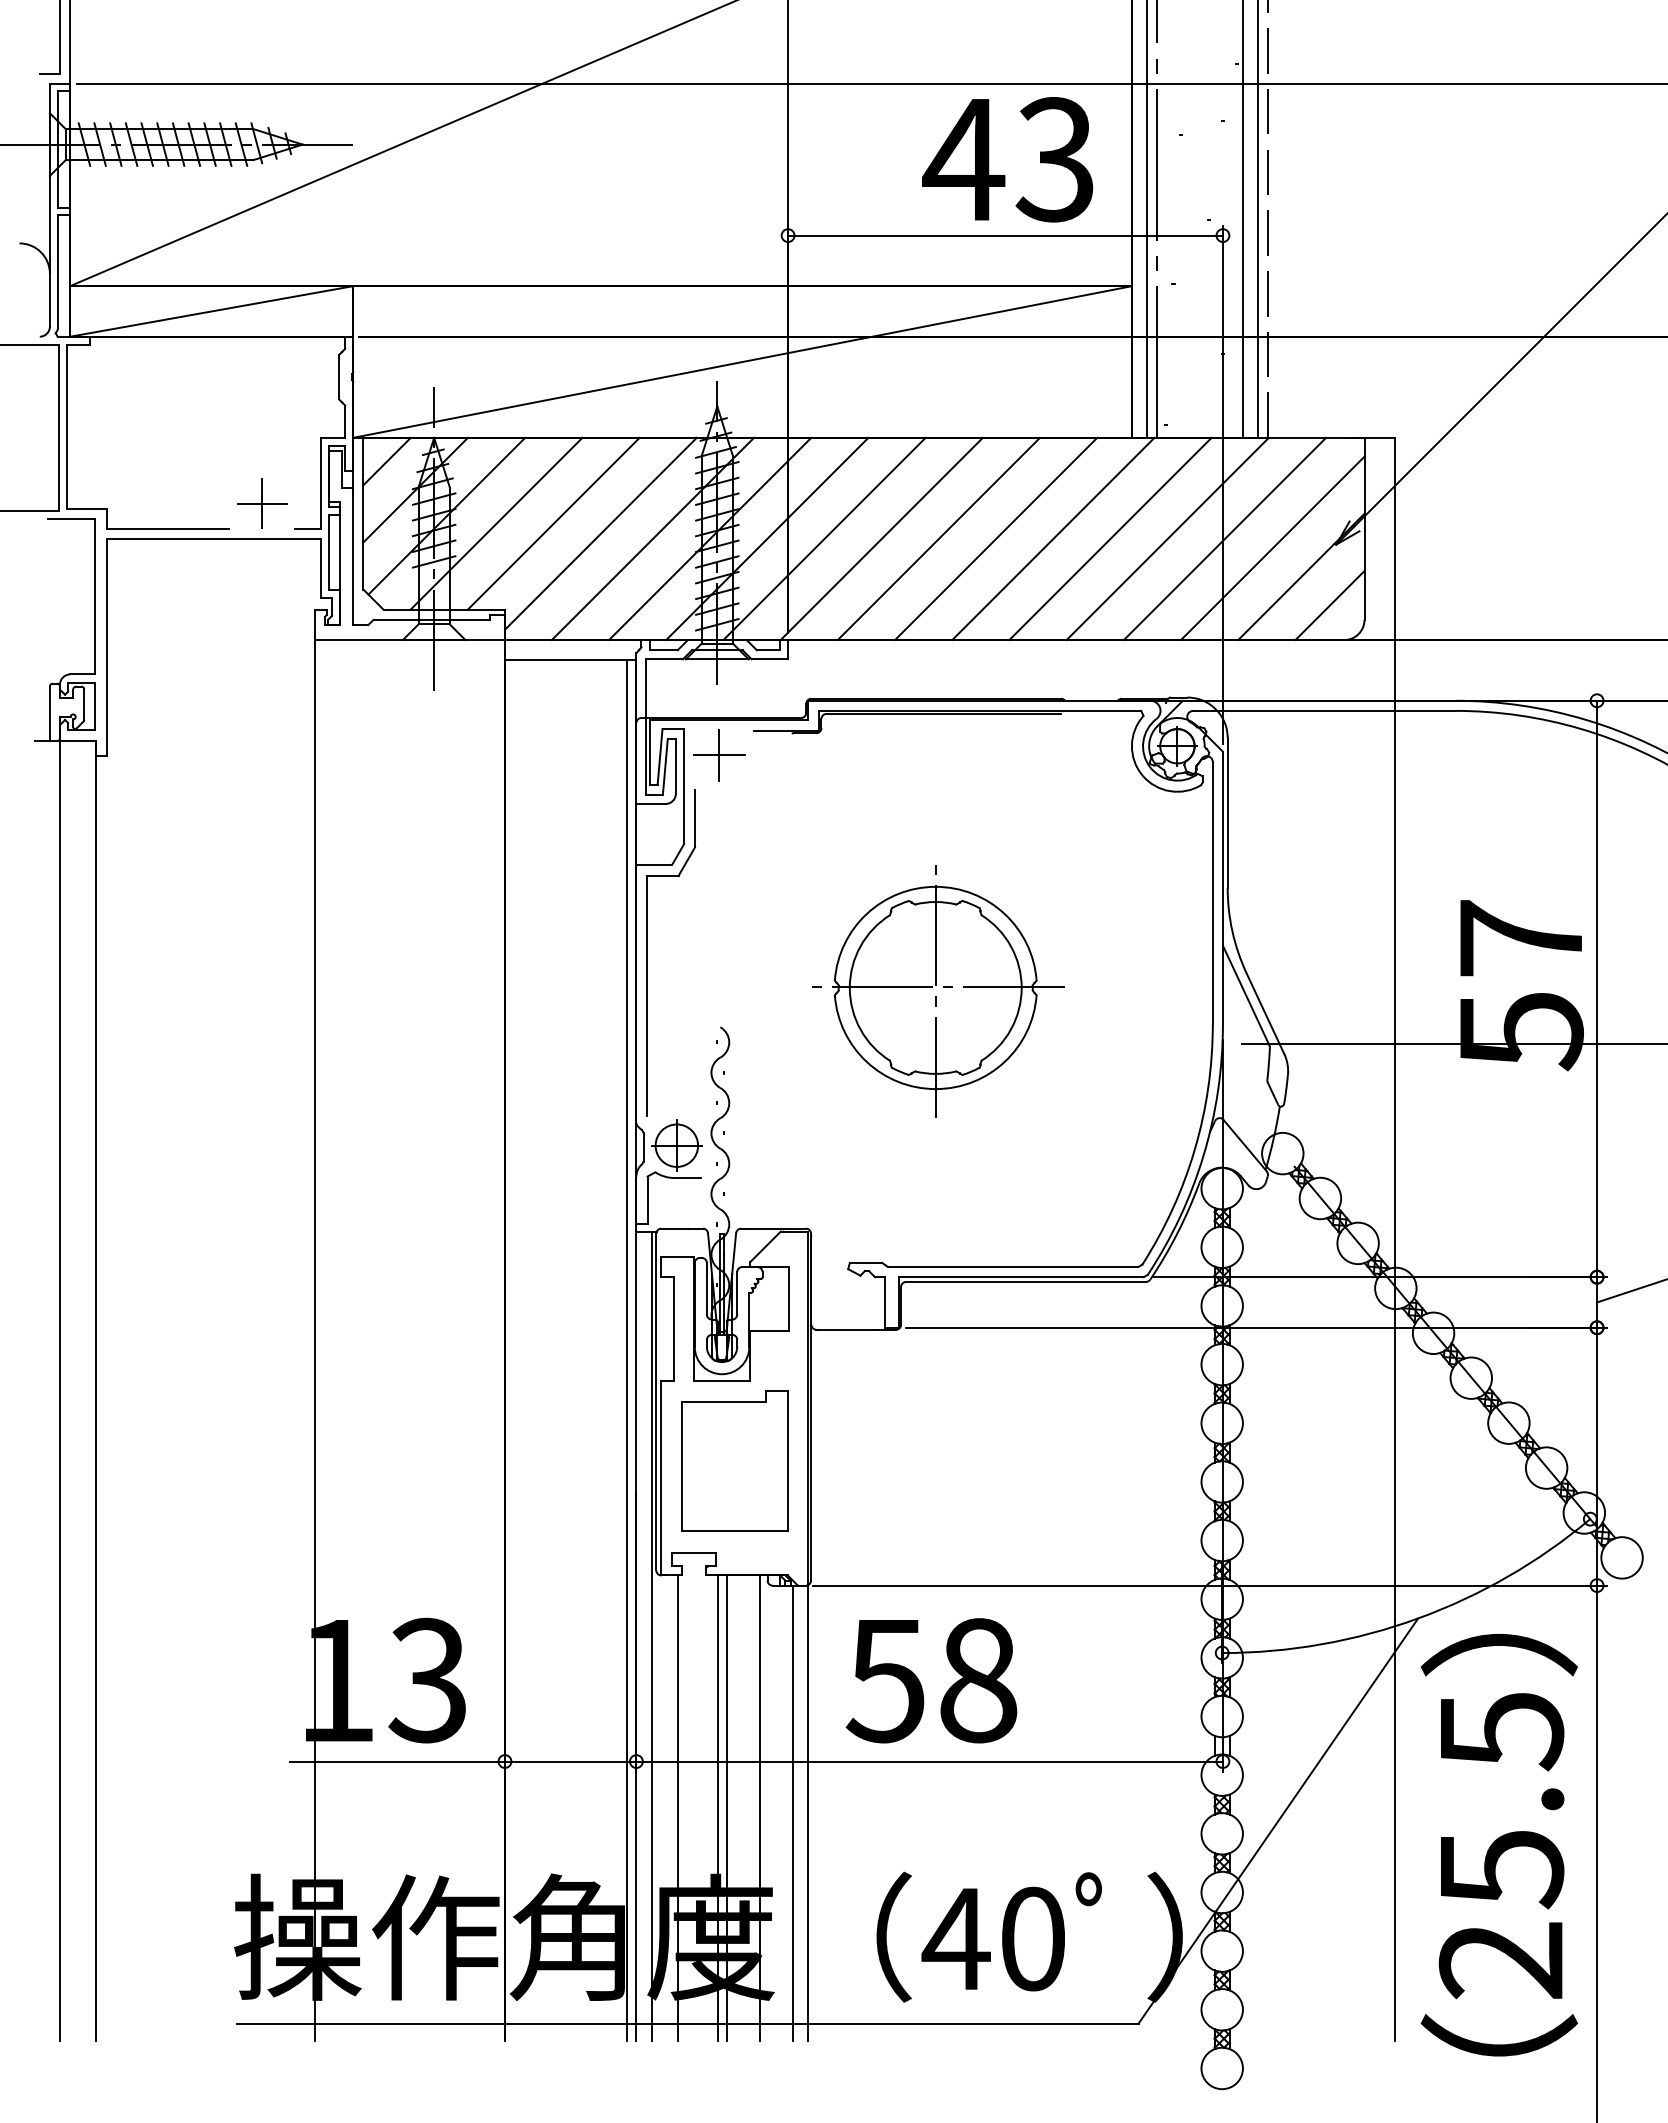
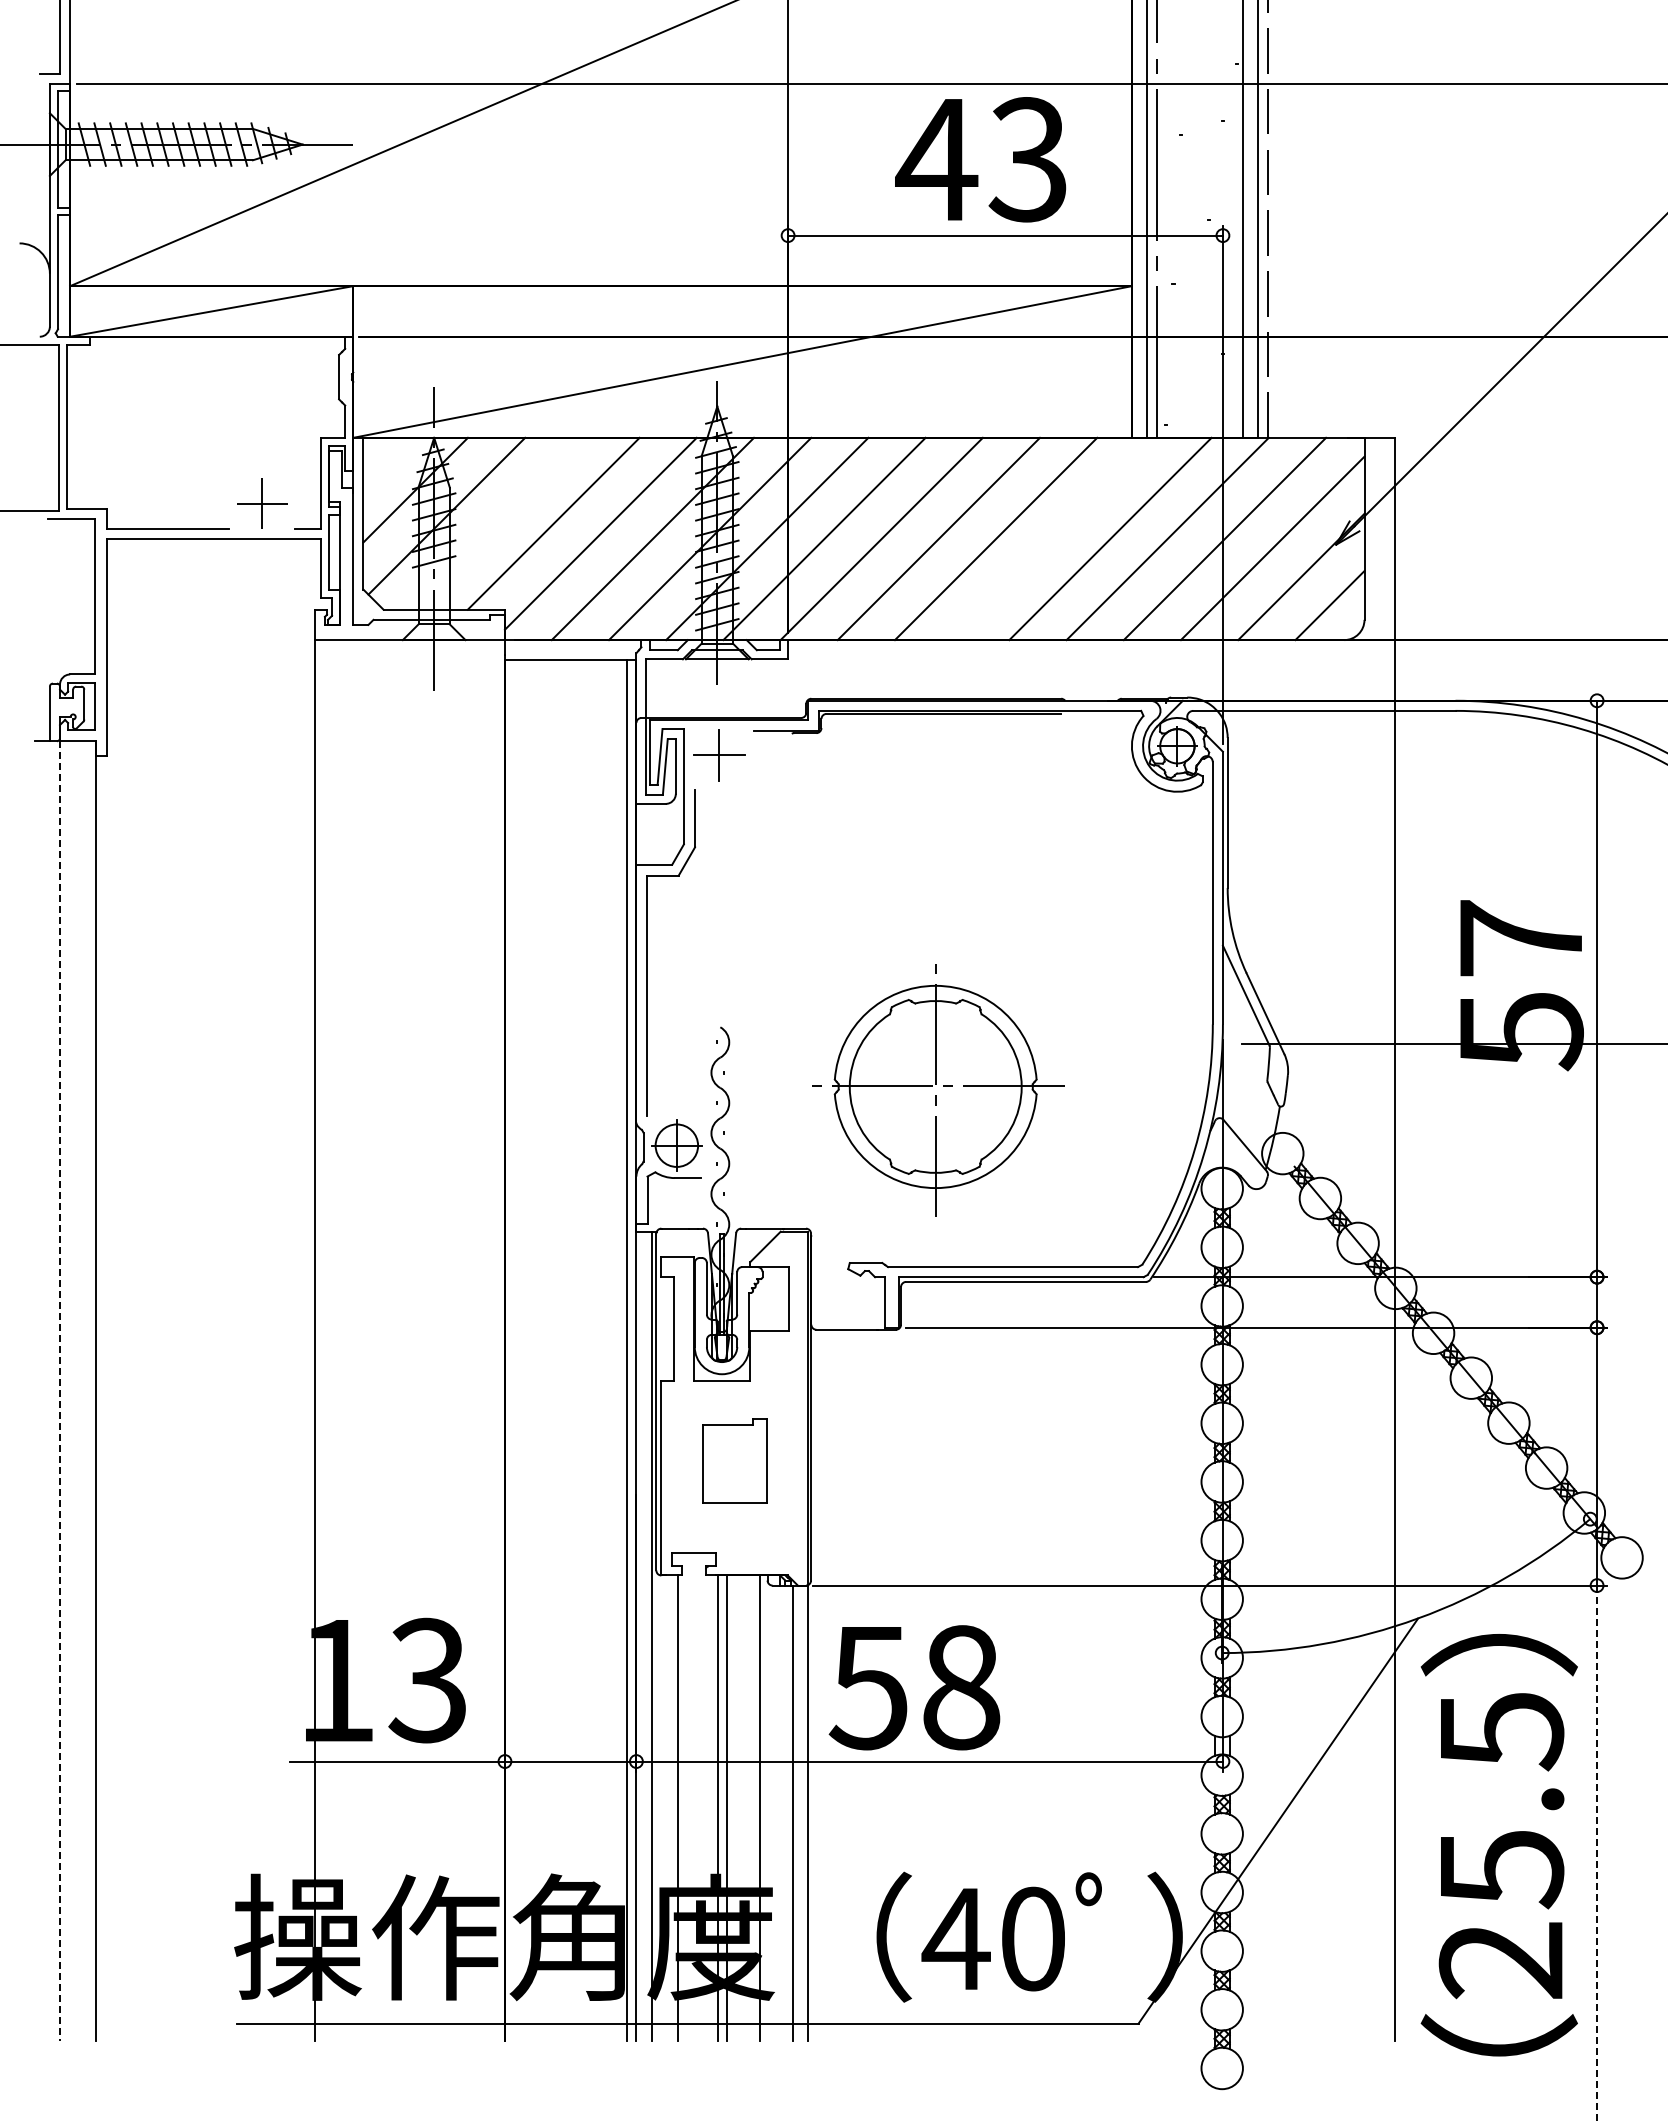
text at (1007, 159) position: (1007, 159) -> (980, 159)
line at (386, 461): present -> none
line at (496, 523): present -> none
line at (1053, 538): present -> none
part at (938, 991) position: (938, 991) -> (938, 1090)
line at (1630, 1291): present -> none
line at (60, 1390): solid -> dashed
part at (734, 1460) size: 108x142 px -> 66x86 px
text at (931, 1680) position: (931, 1680) -> (914, 1687)
line at (1597, 1854): solid -> dashed
